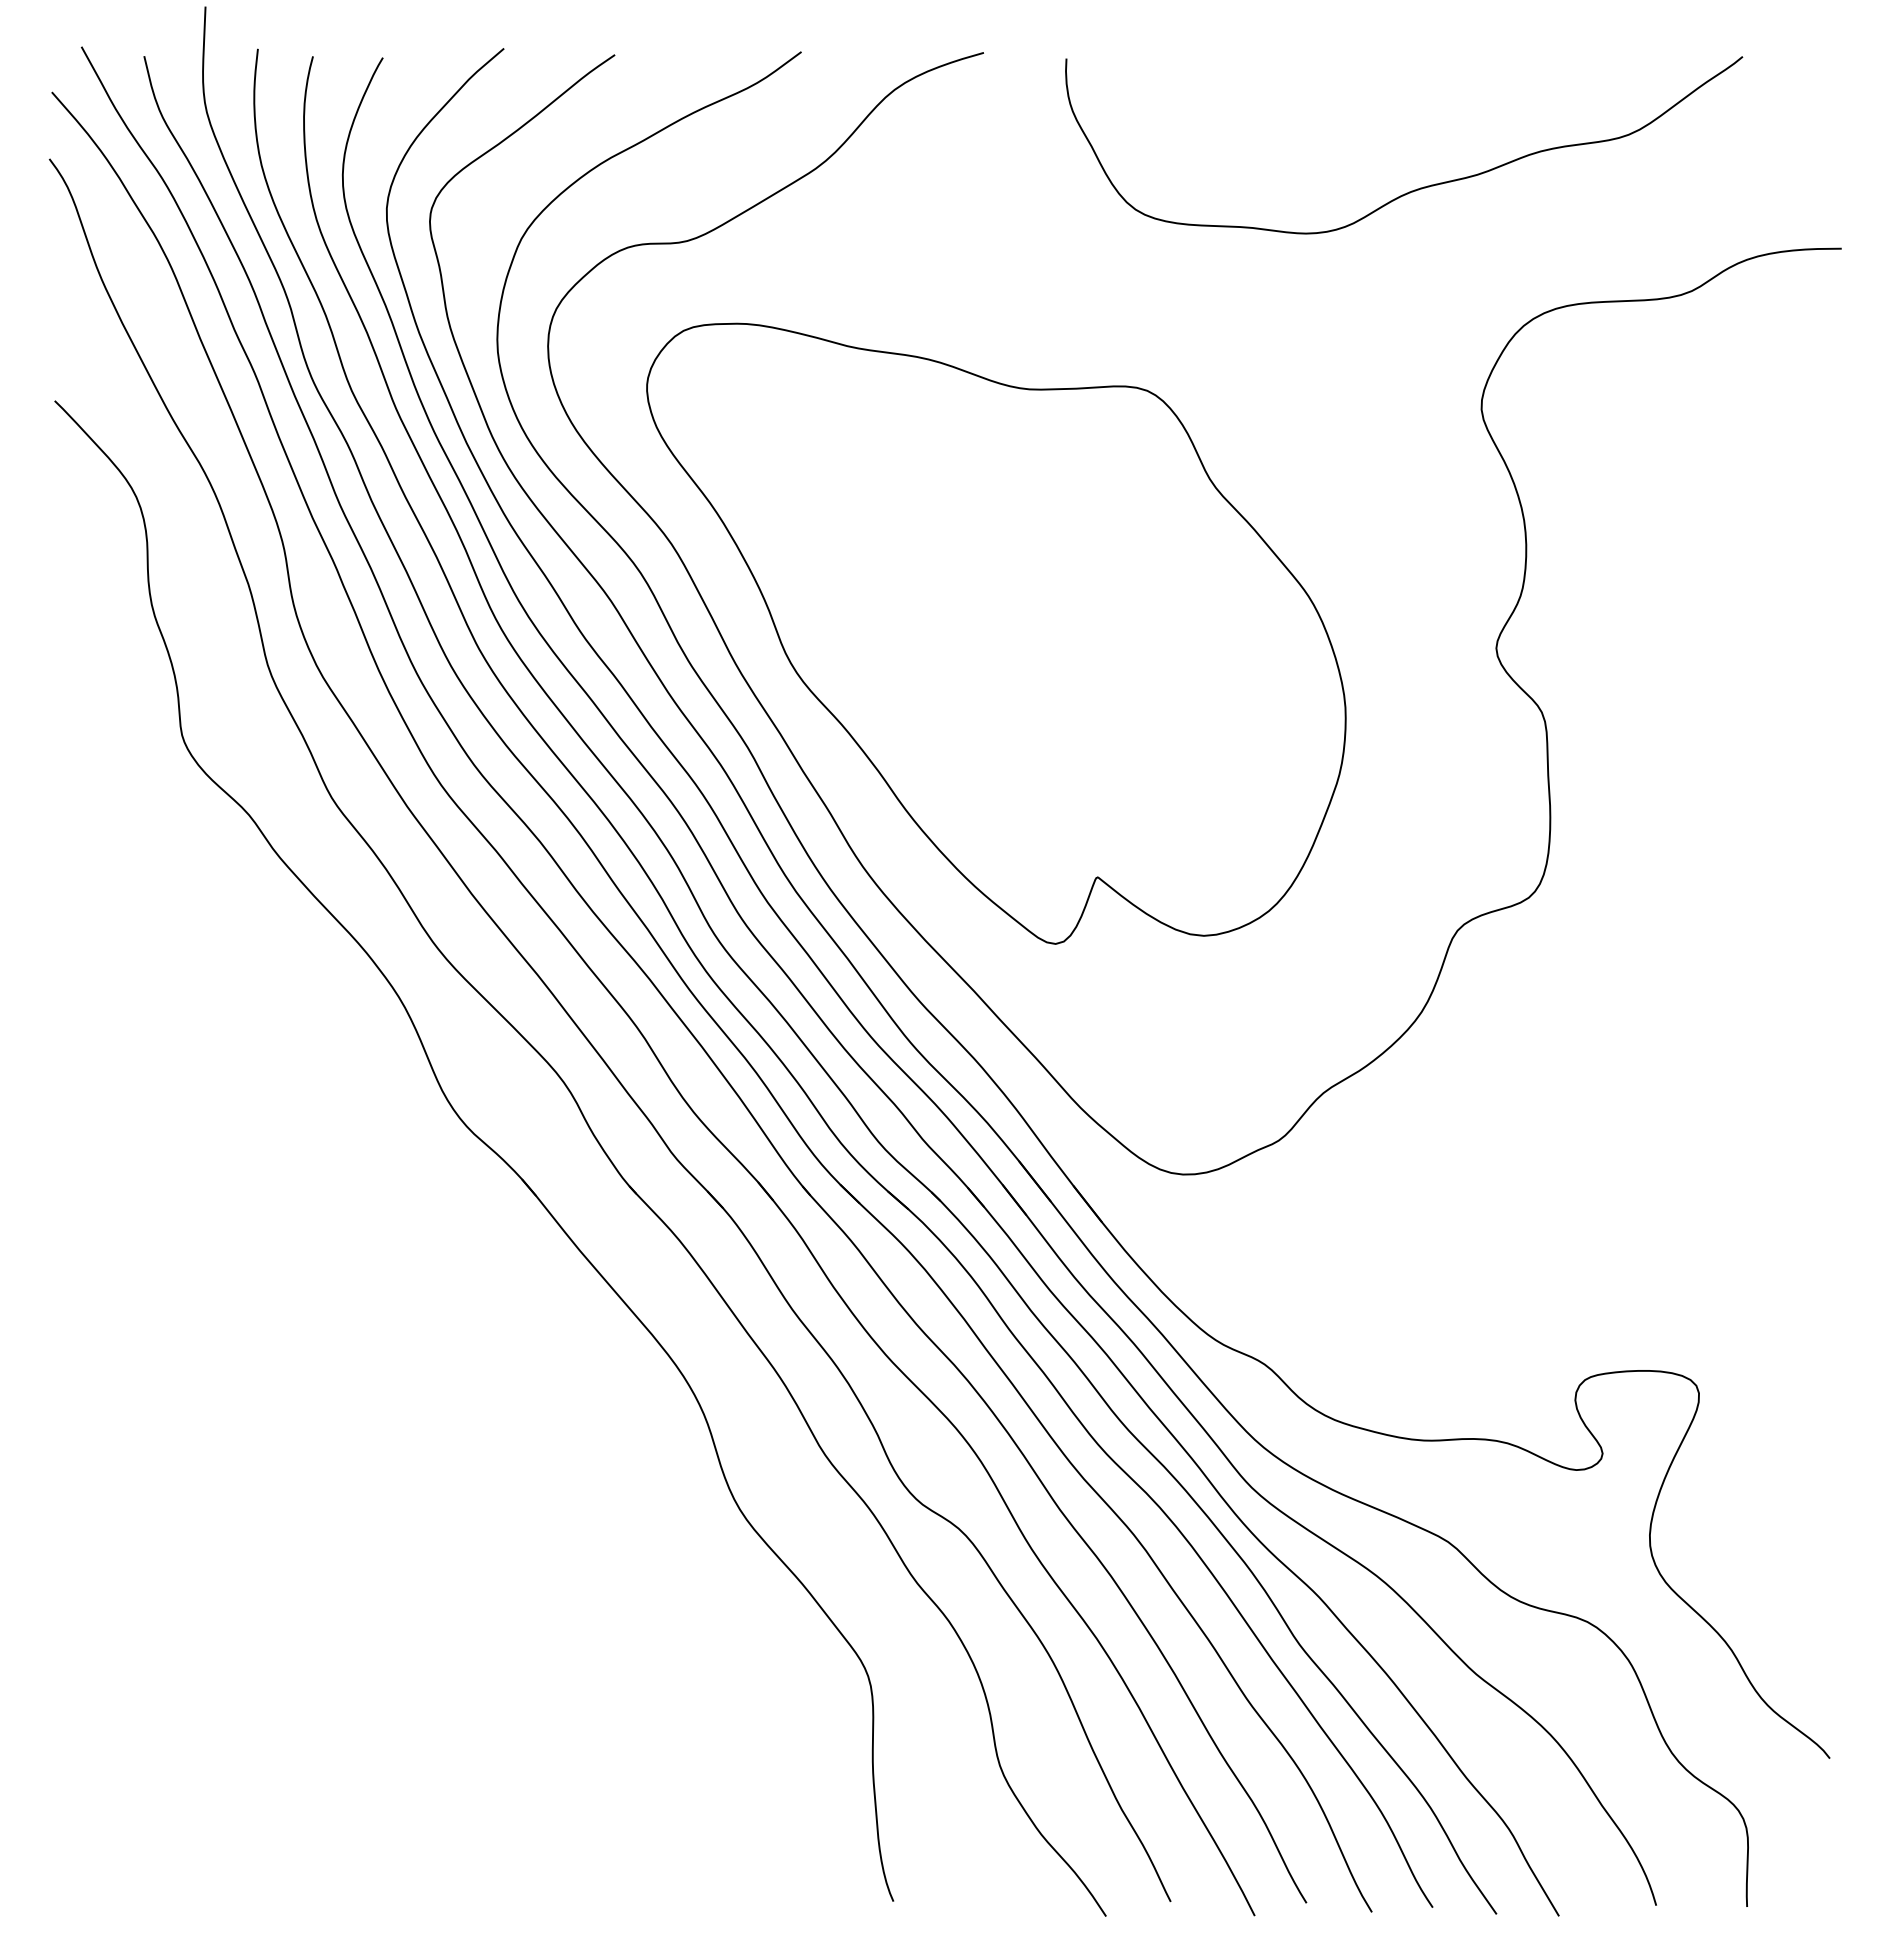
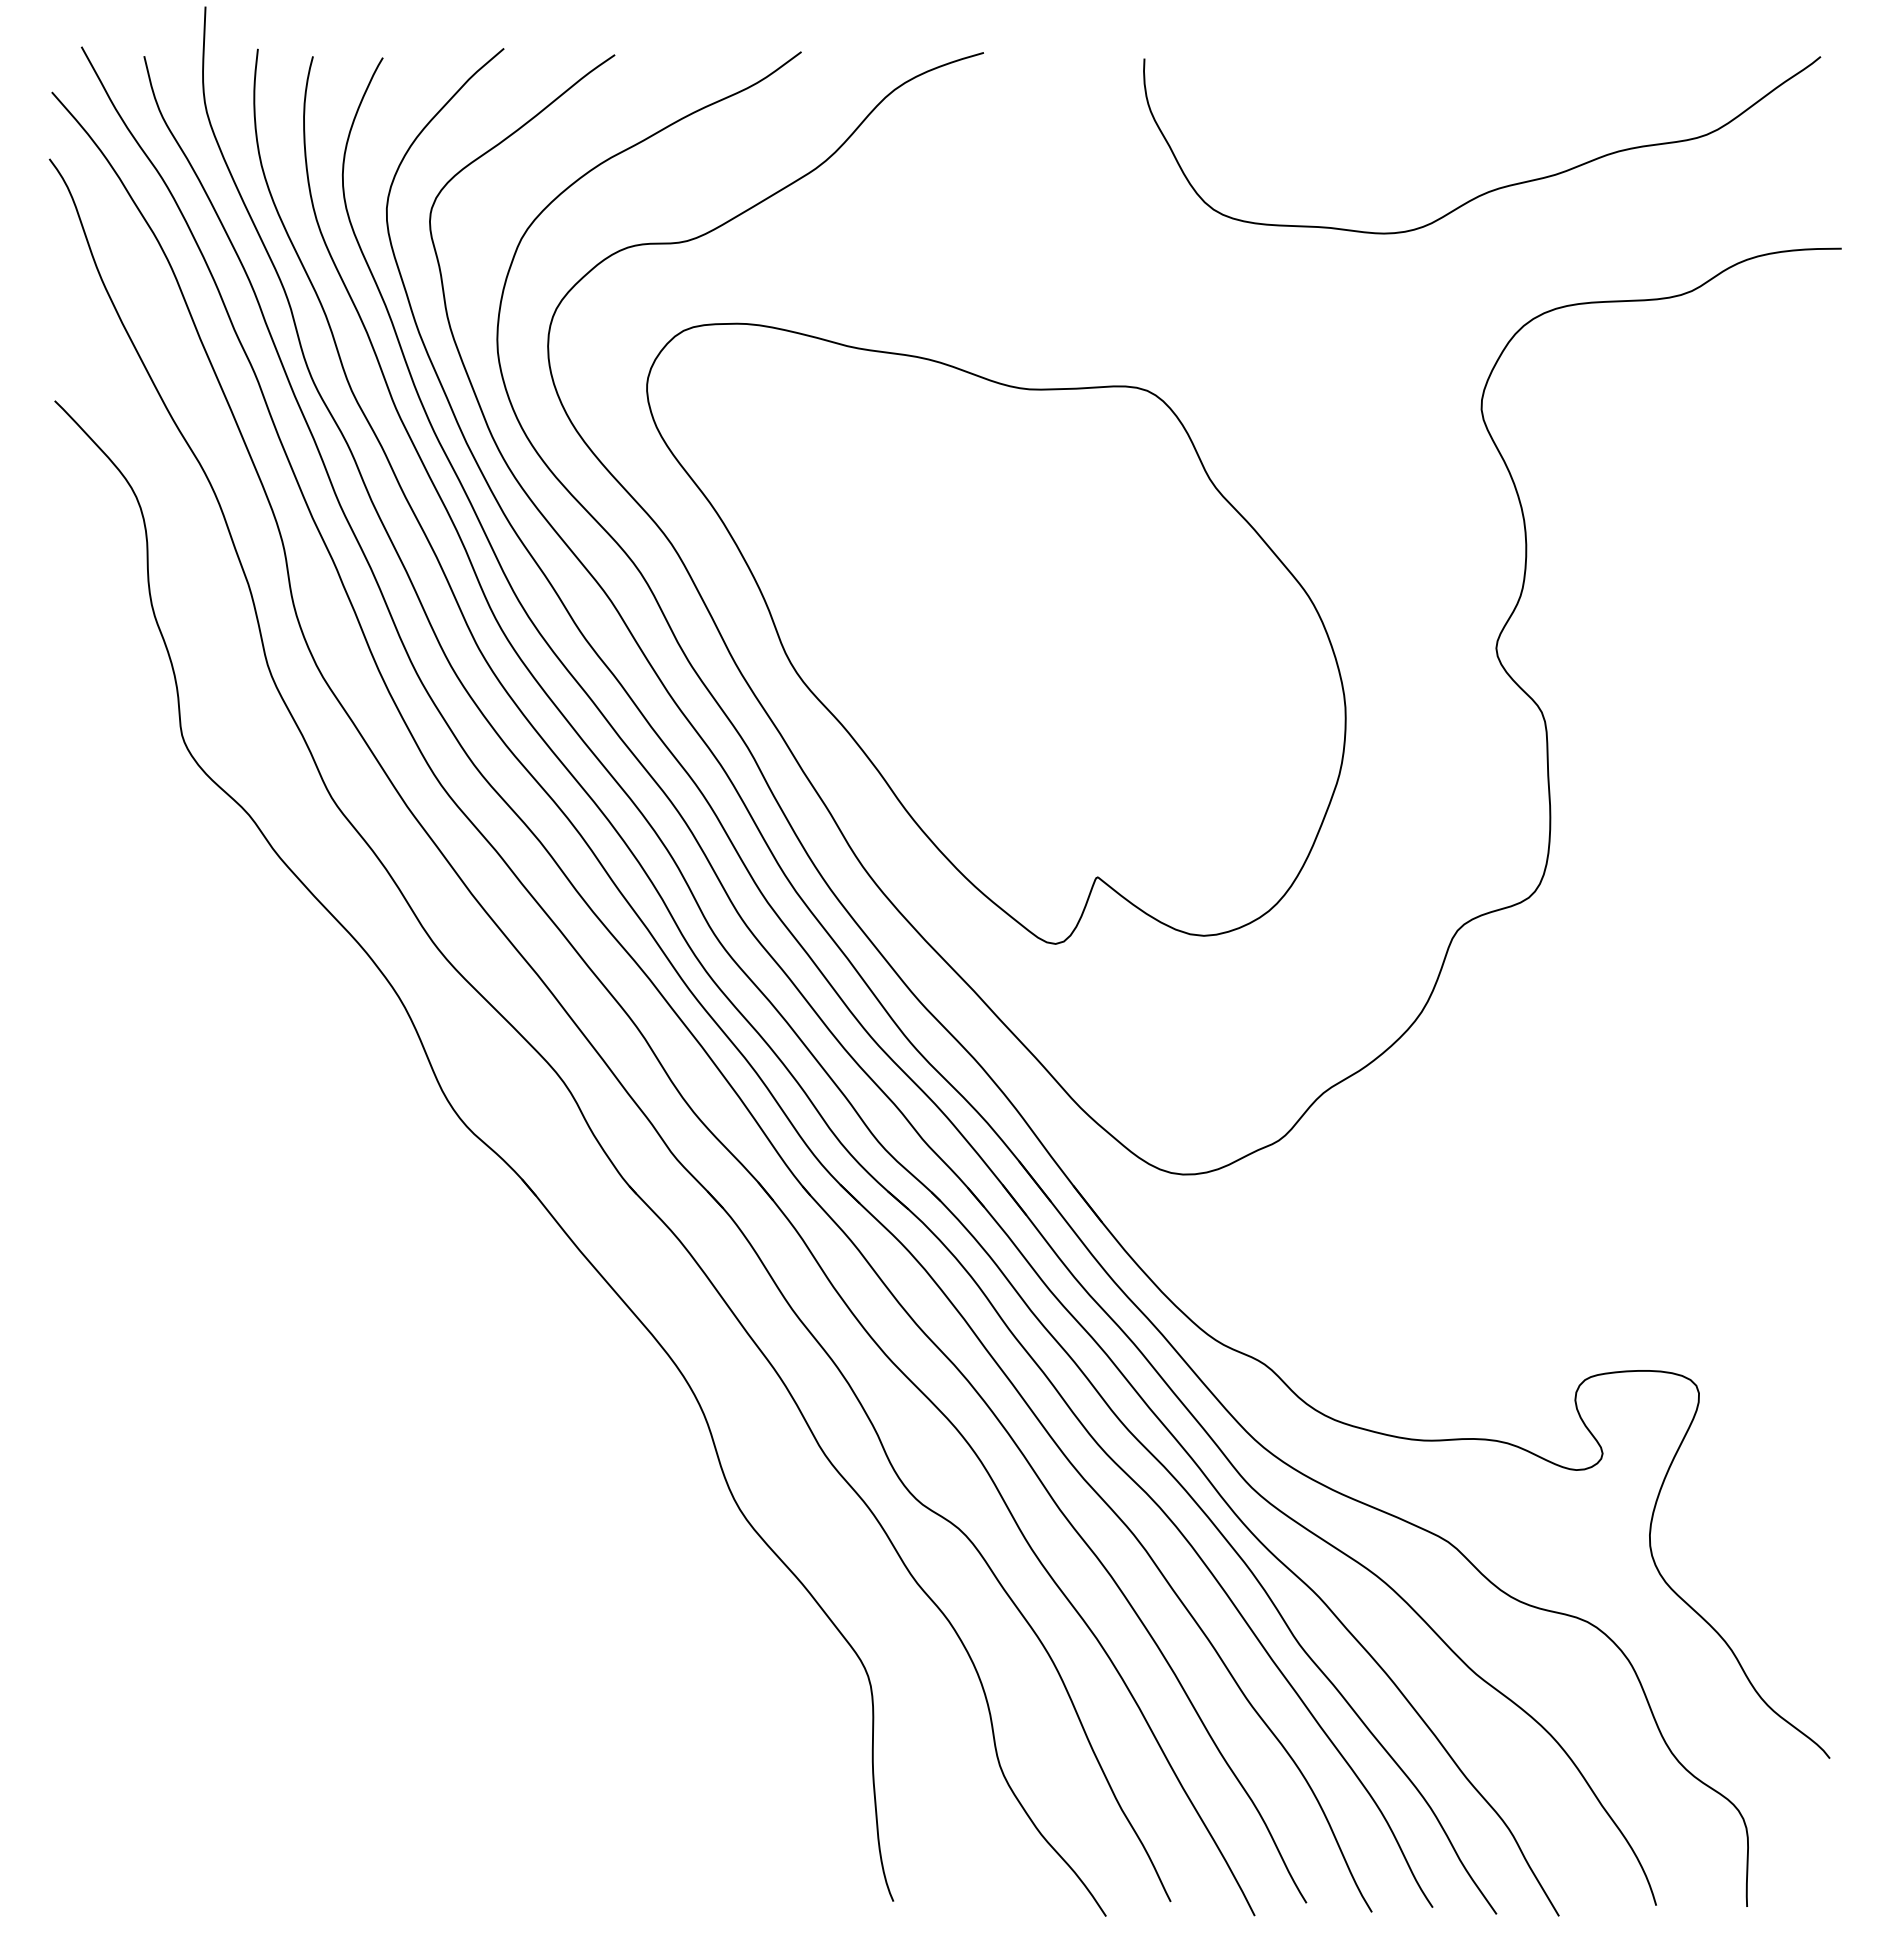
curve at (1417, 188) position: (1417, 188) -> (1495, 188)
